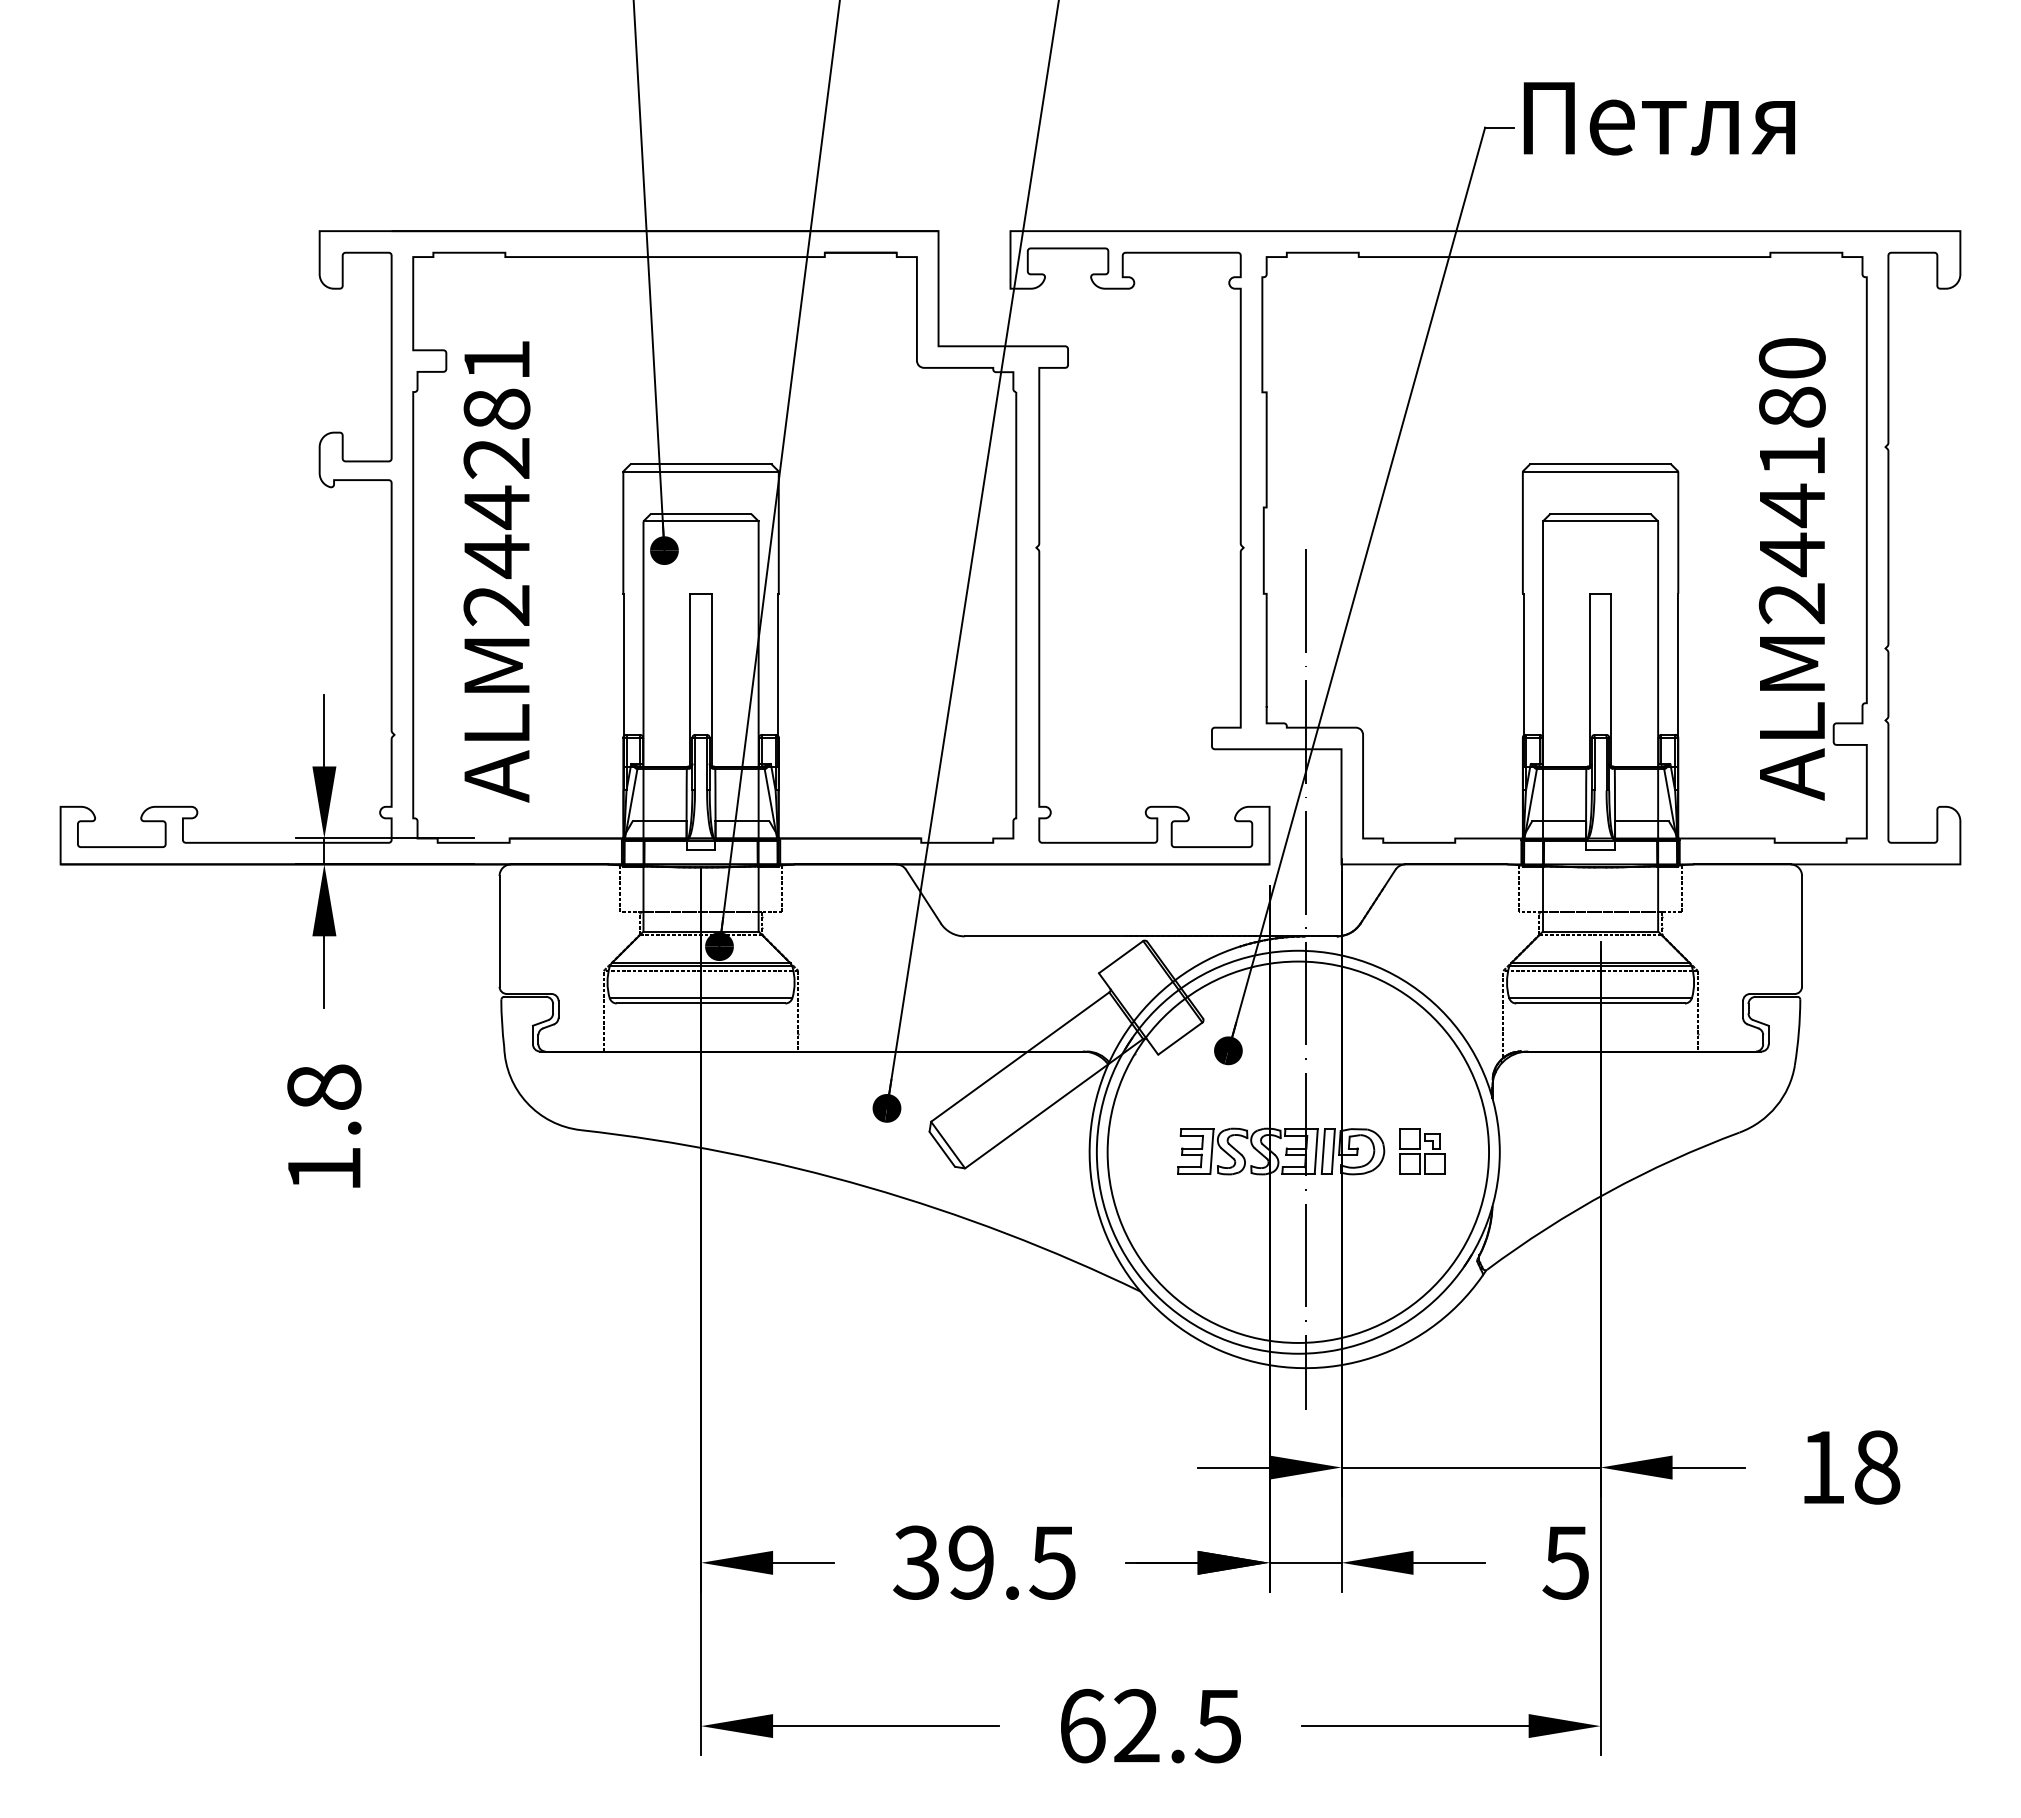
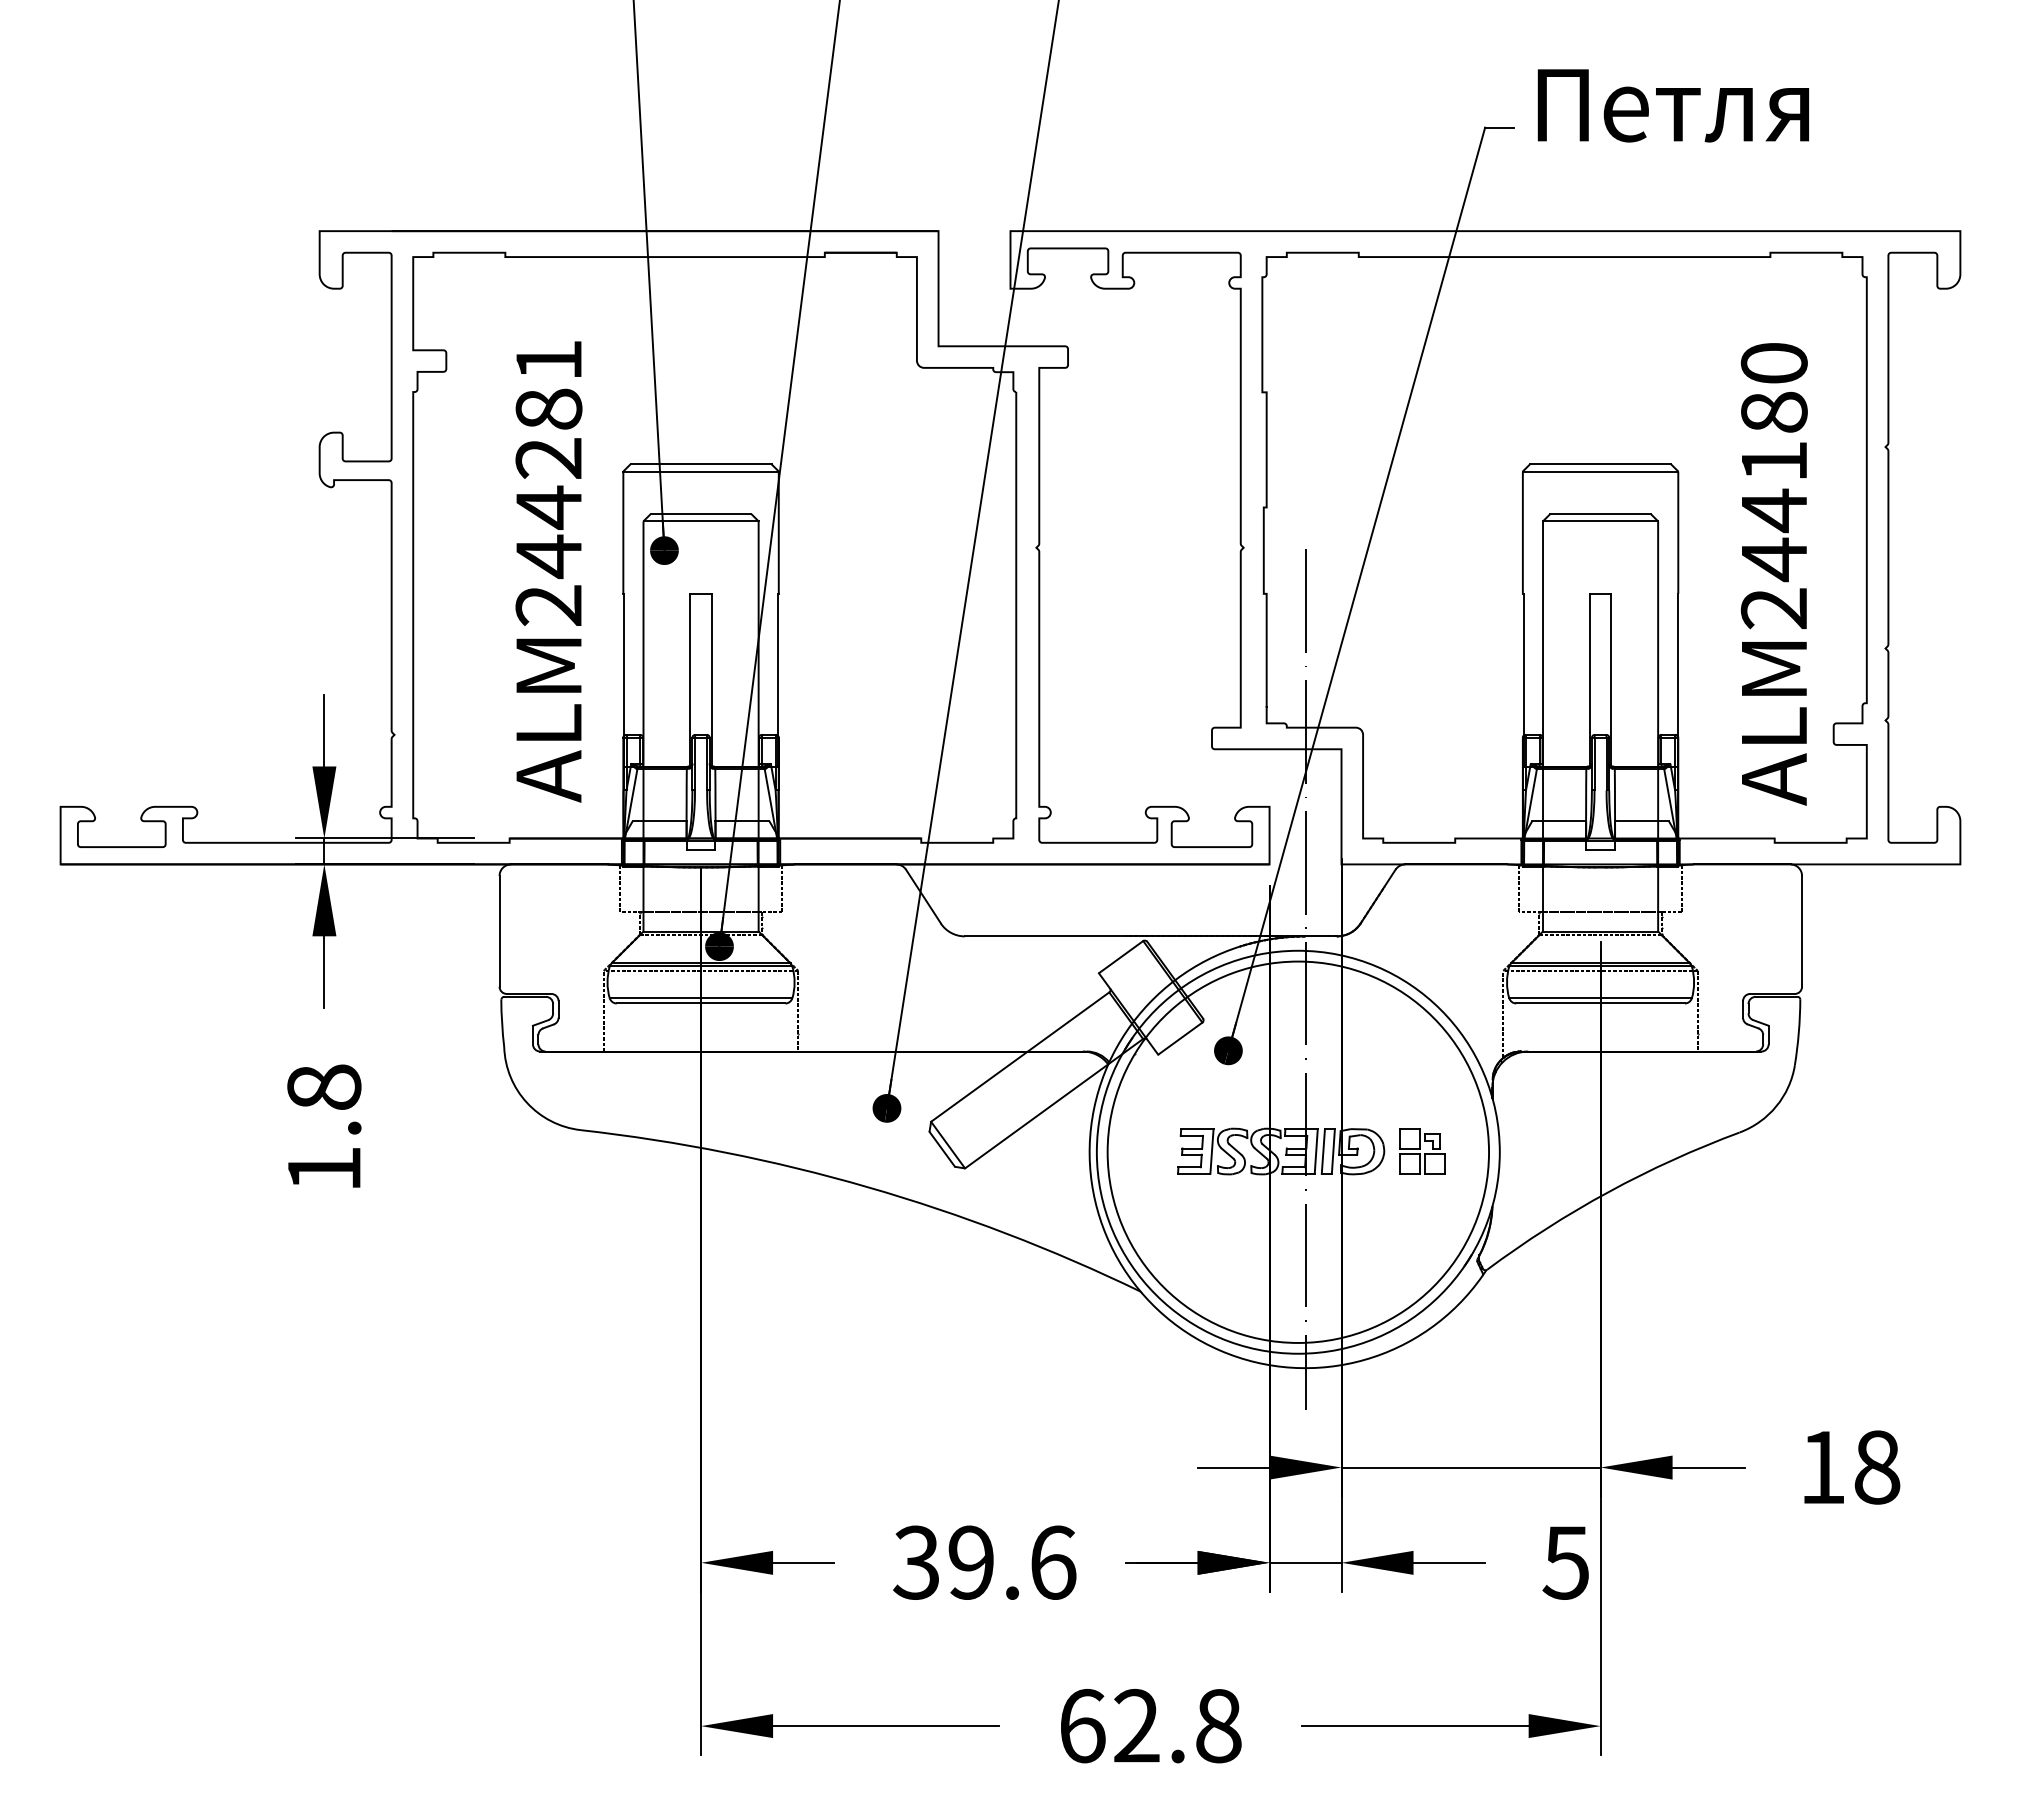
text at (1658, 118) position: (1658, 118) -> (1672, 105)
text at (1791, 569) position: (1791, 569) -> (1773, 574)
text at (496, 571) position: (496, 571) -> (548, 571)
text at (1052, 1562): 39.5 -> 39.6
text at (1217, 1726): 62.5 -> 62.8
